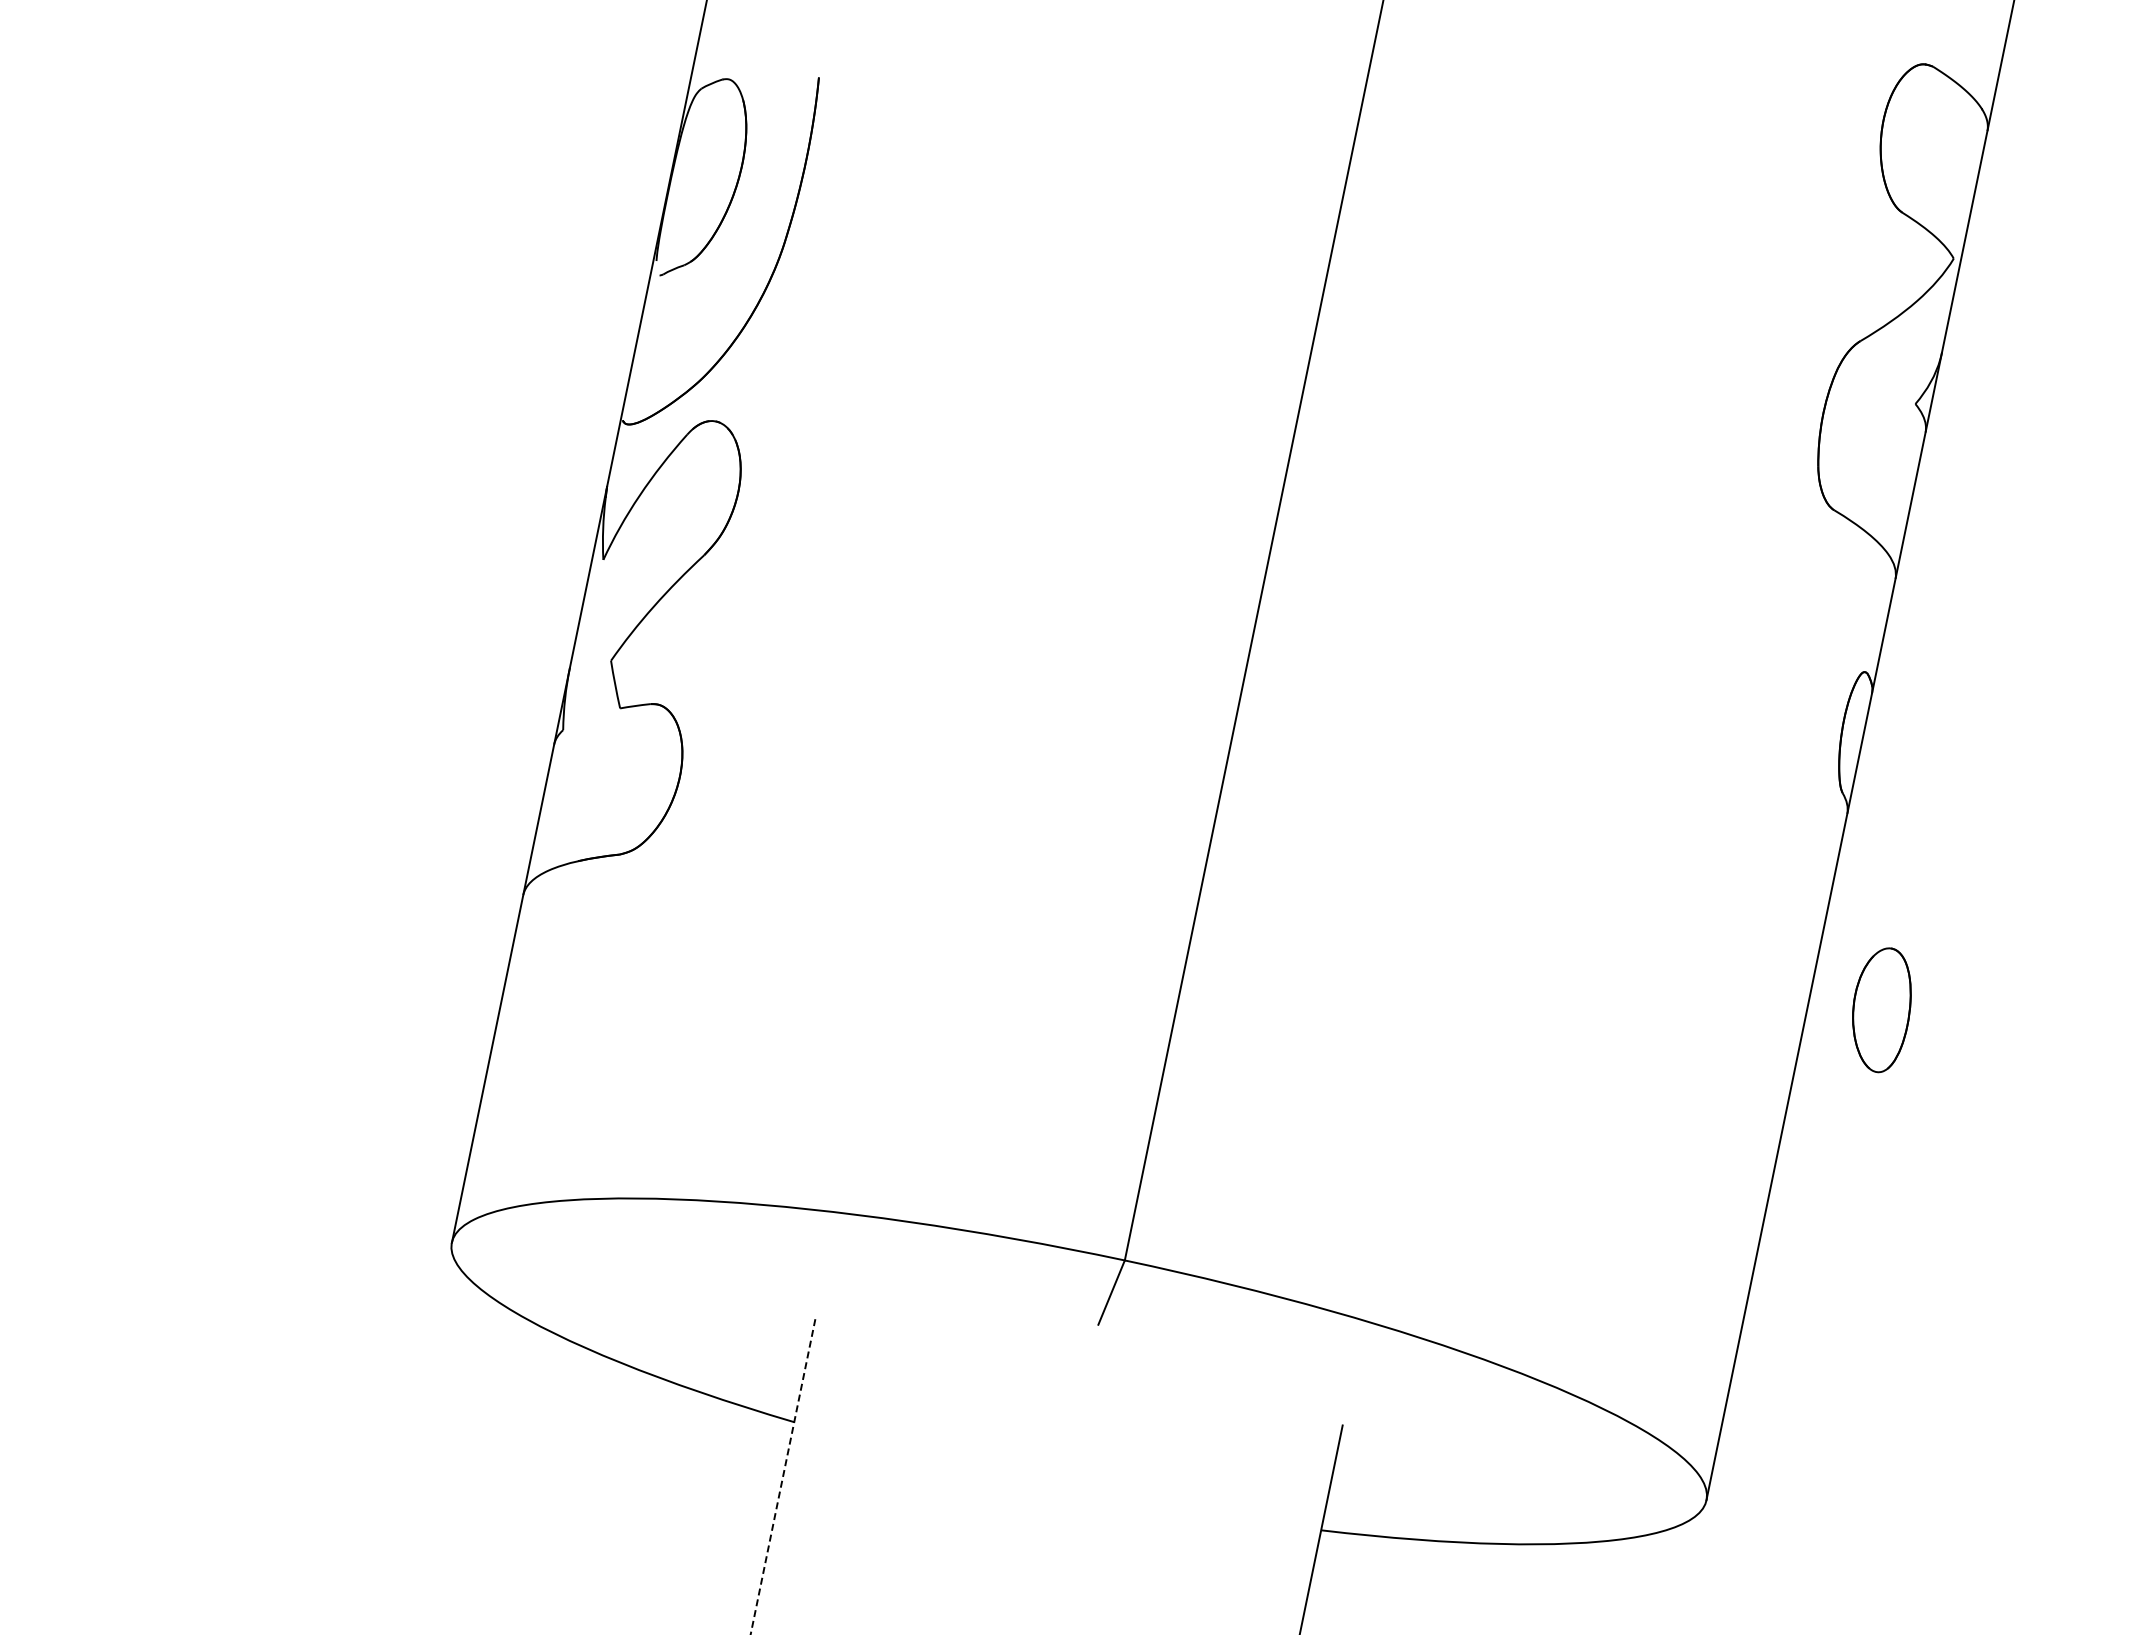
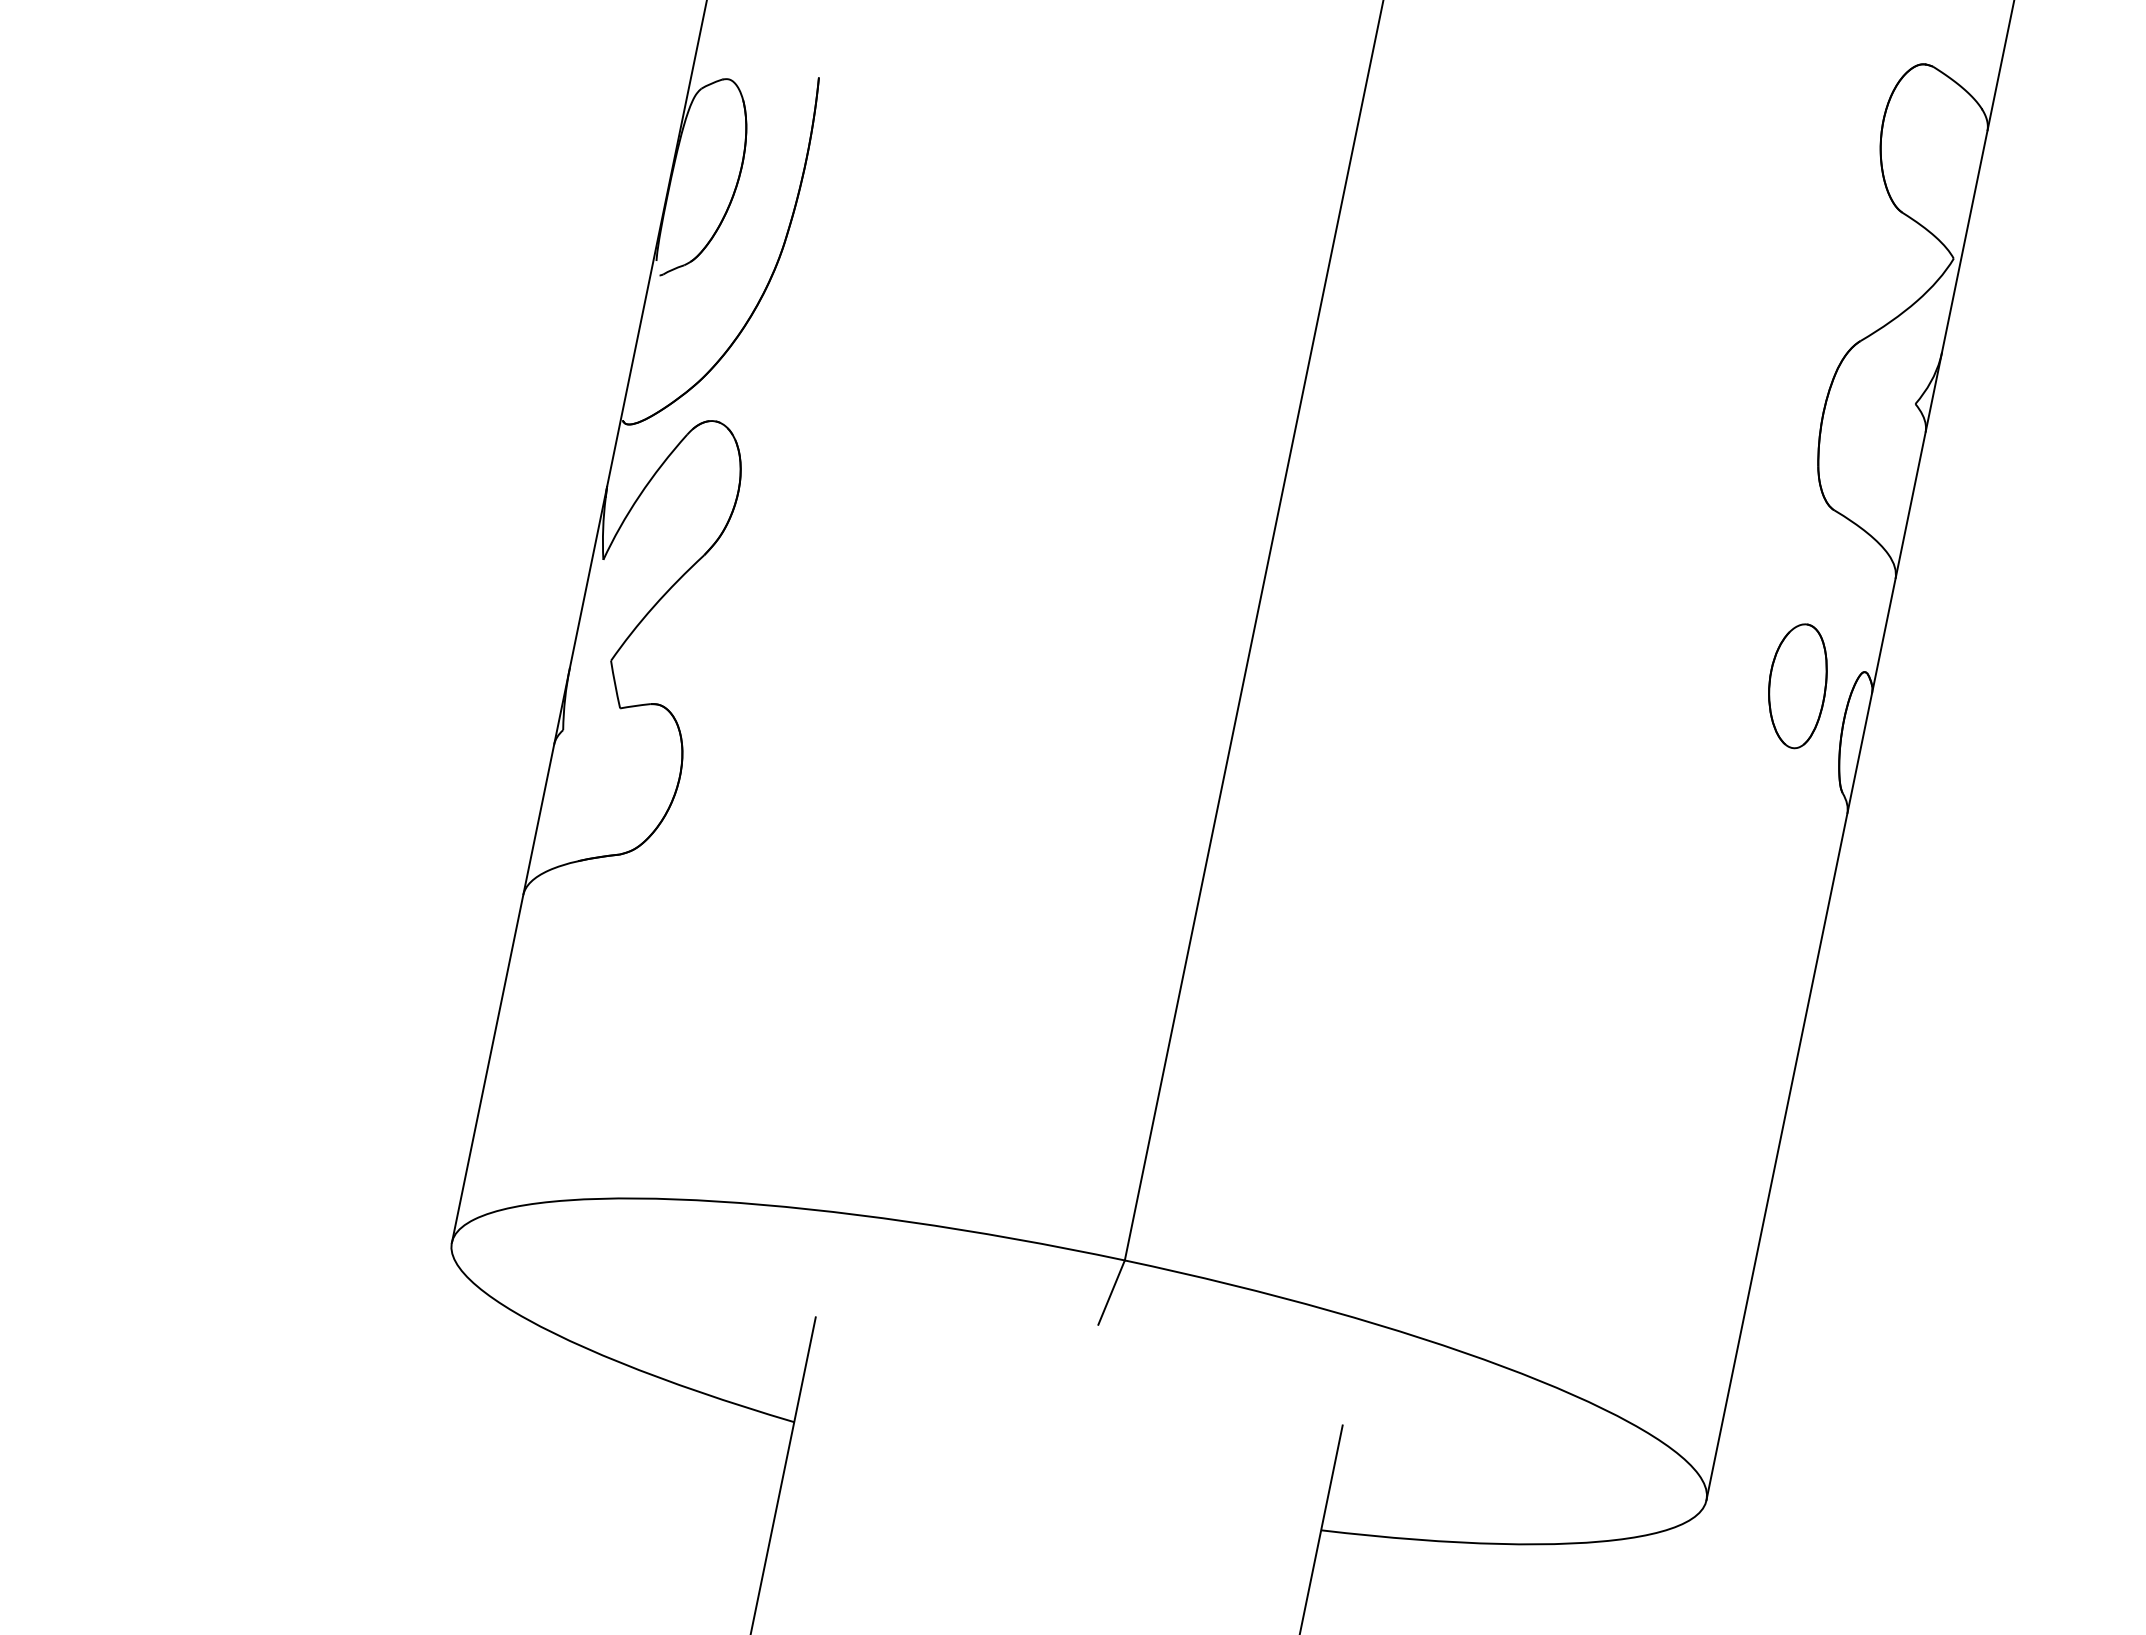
part at (1881, 1010) position: (1881, 1010) -> (1797, 686)
line at (783, 1476): dashed -> solid
